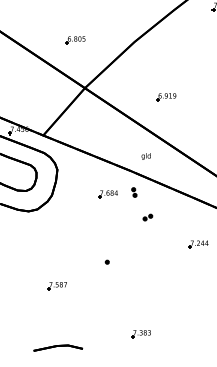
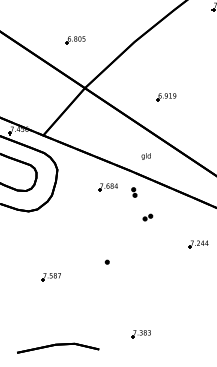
part at (107, 194) position: (107, 194) -> (107, 187)
part at (56, 286) position: (56, 286) -> (50, 277)
part at (58, 347) size: 51x8 px -> 83x12 px
